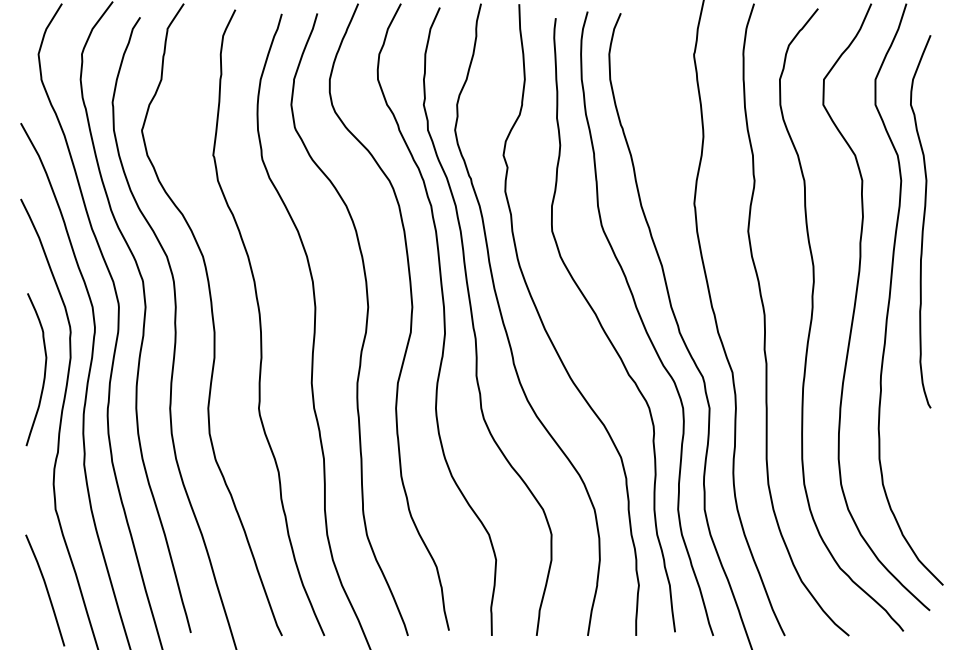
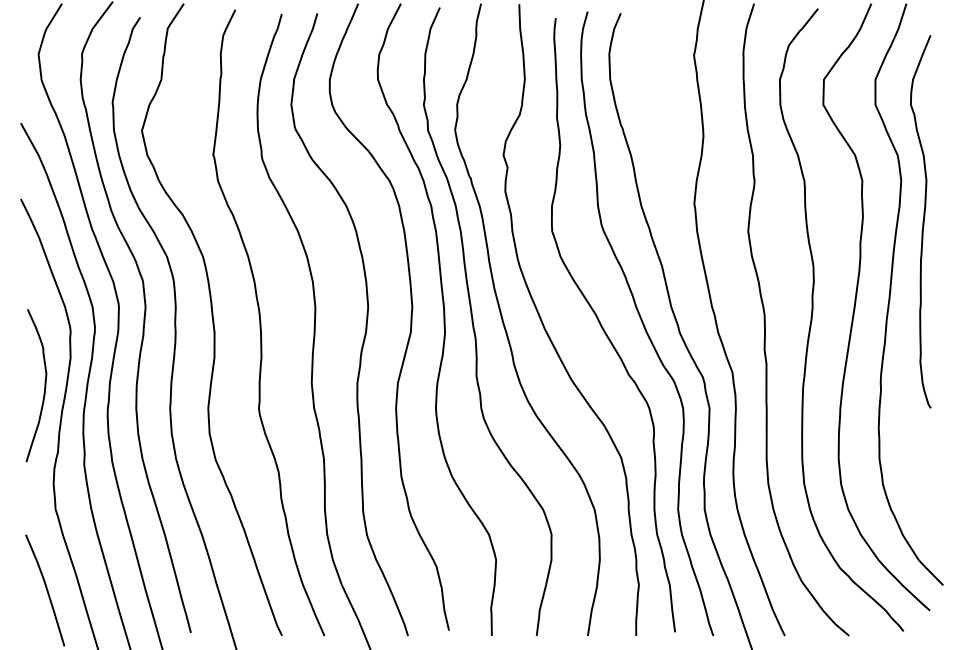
curve at (44, 369) position: (44, 369) -> (44, 385)
